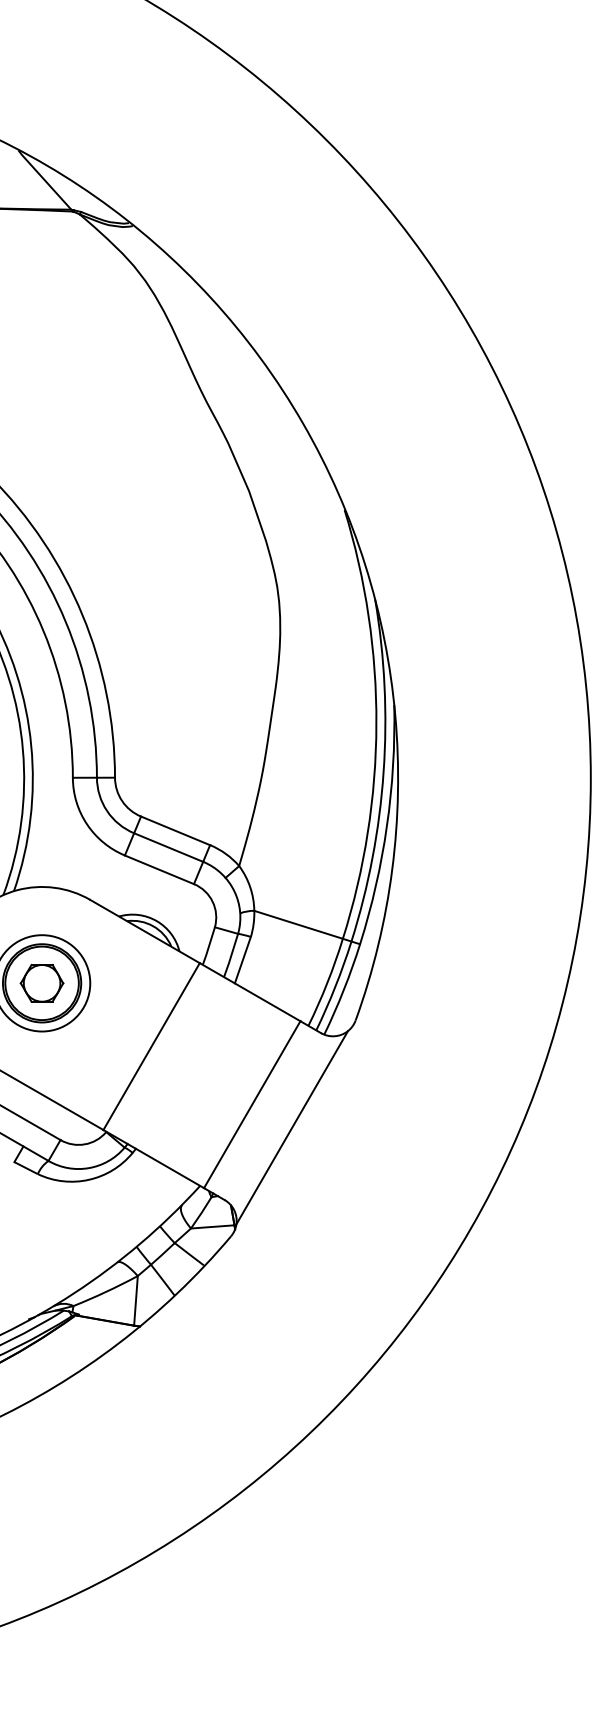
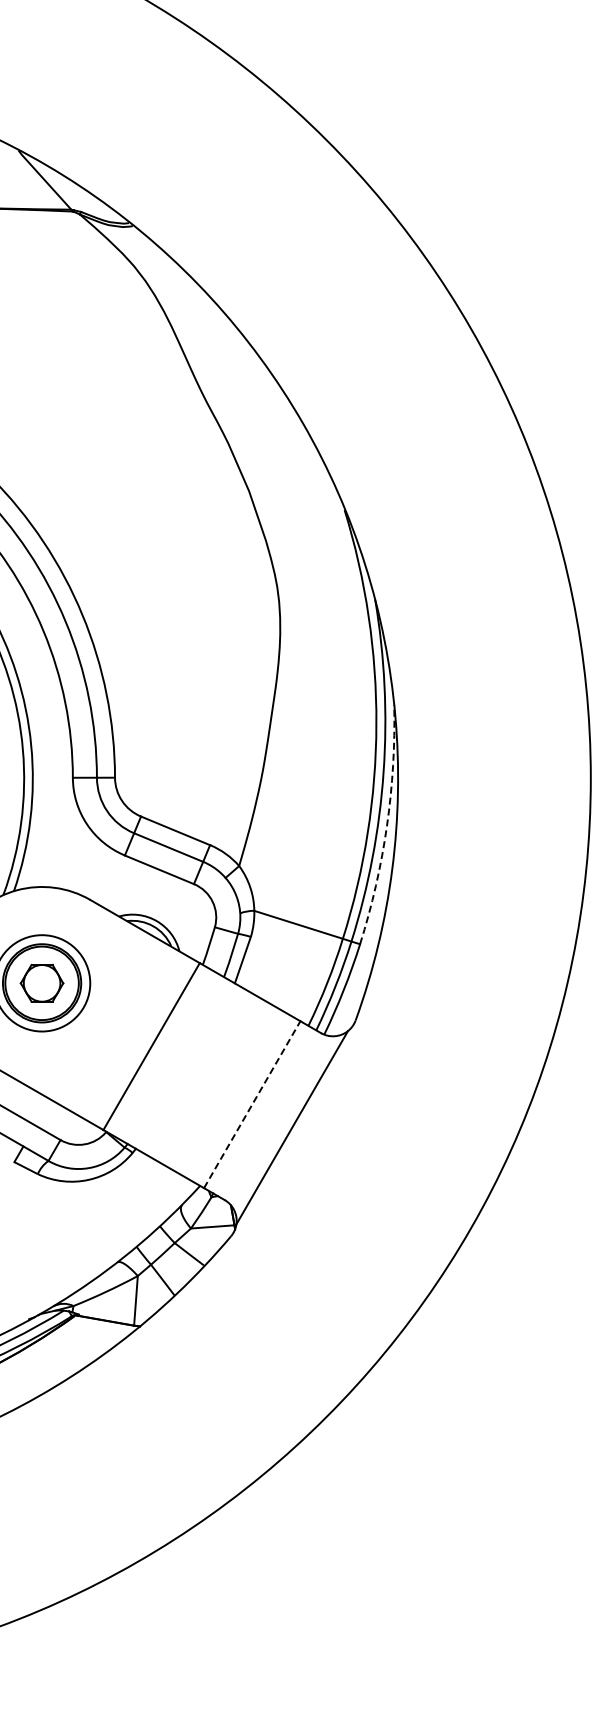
arc at (387, 825): solid -> dashed
line at (252, 1104): solid -> dashed
